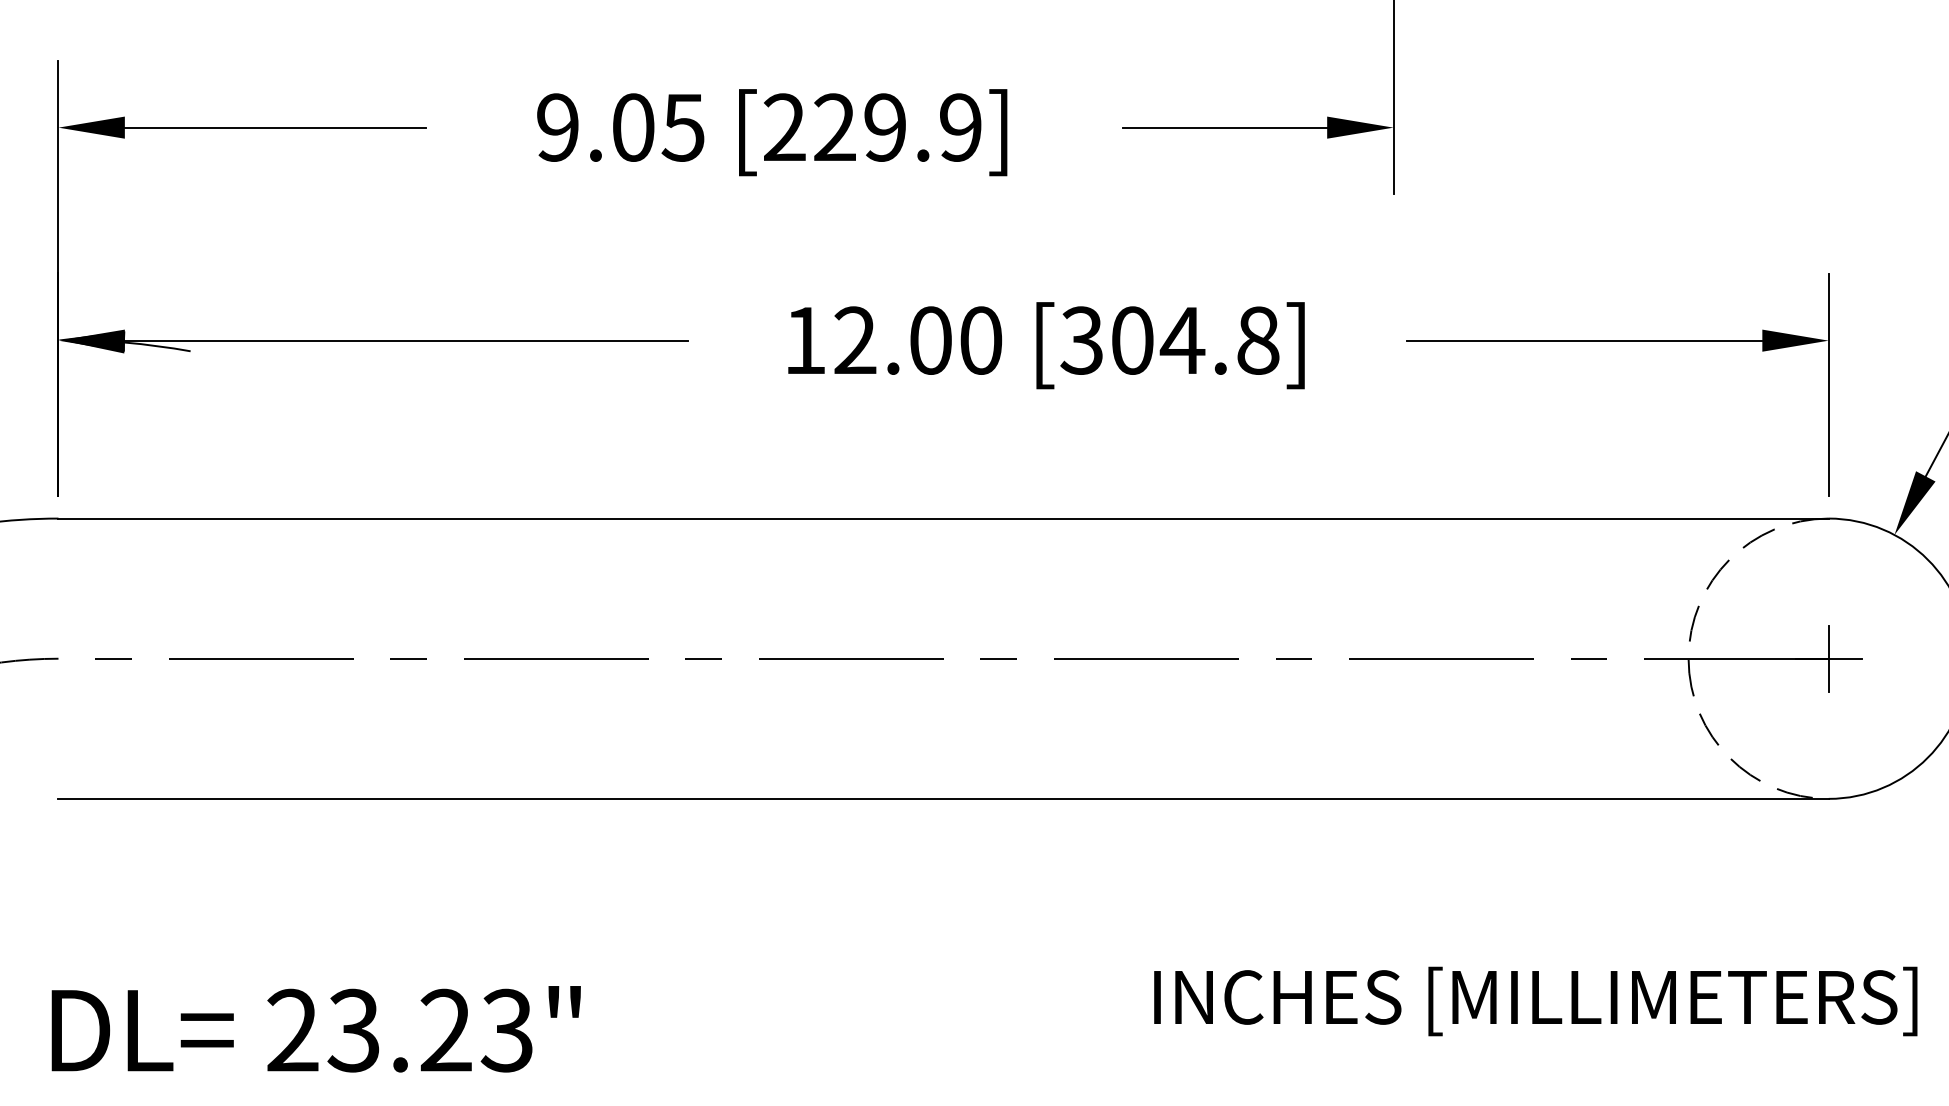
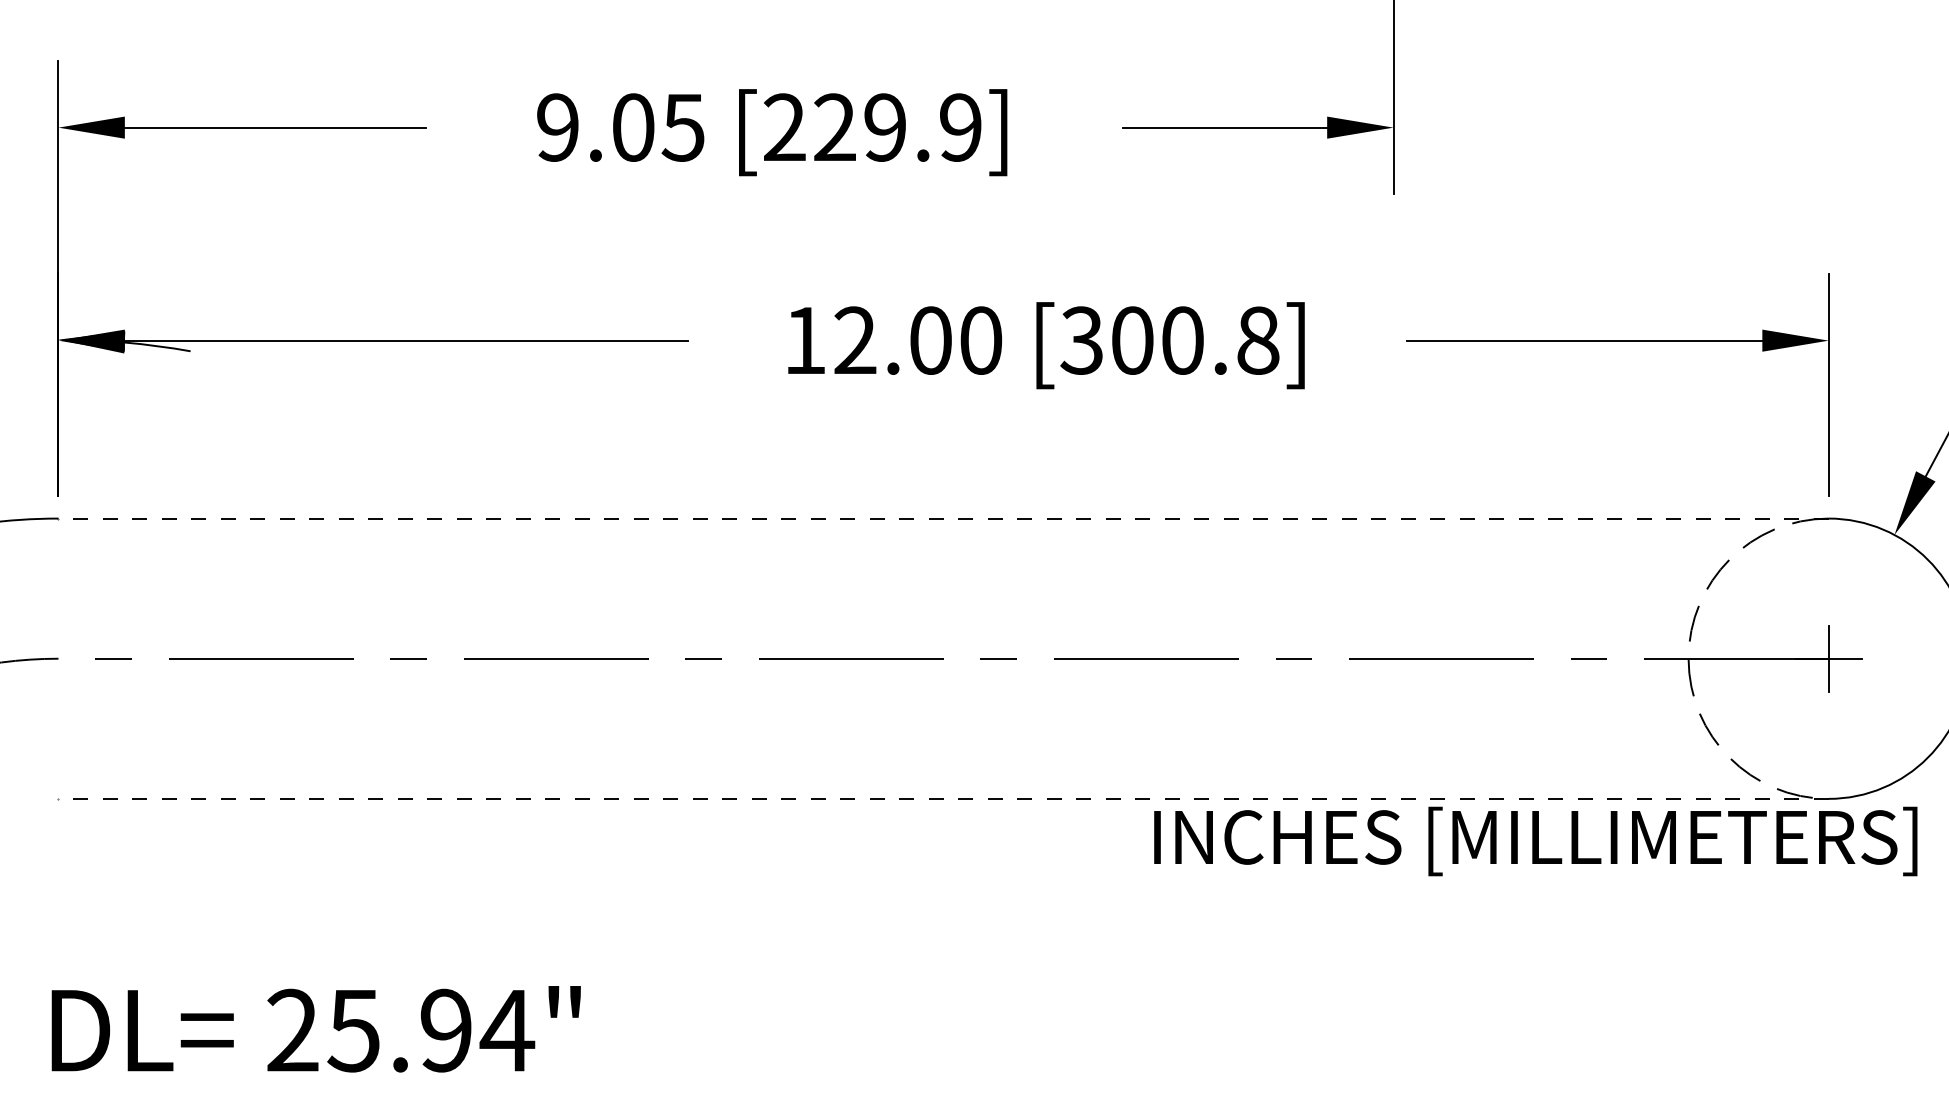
text at (1182, 340): [304.8] -> [300.8]
line at (943, 518): solid -> dashed
line at (943, 798): solid -> dashed
text at (1535, 1001) position: (1535, 1001) -> (1535, 841)
text at (431, 1030): 23.23" -> 25.94"
